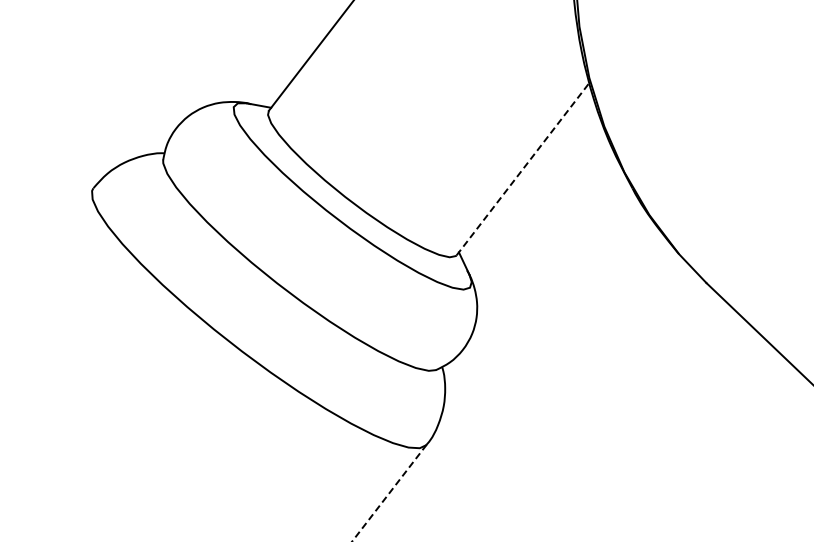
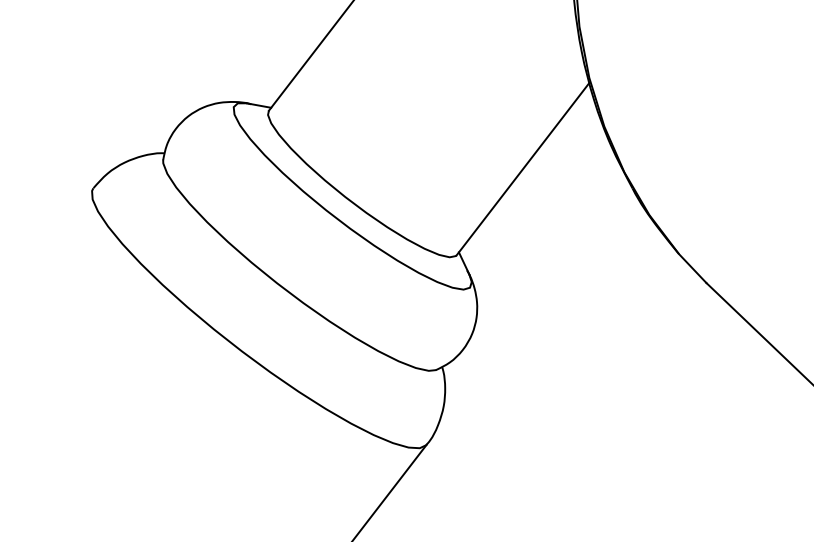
line at (523, 168): dashed -> solid
line at (389, 493): dashed -> solid
